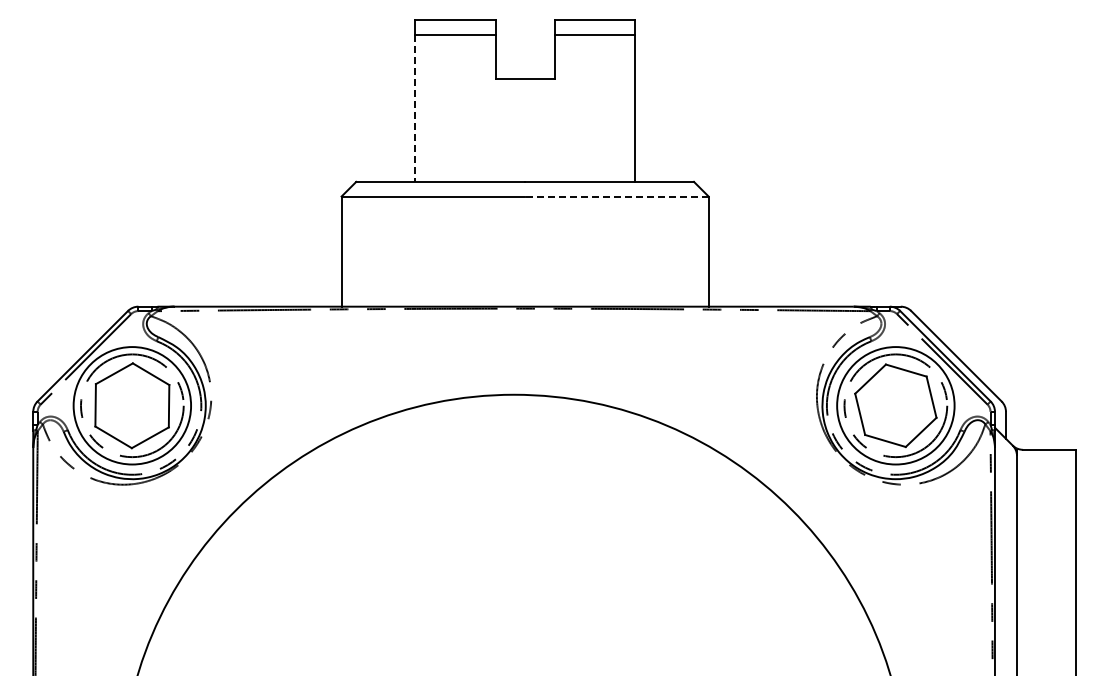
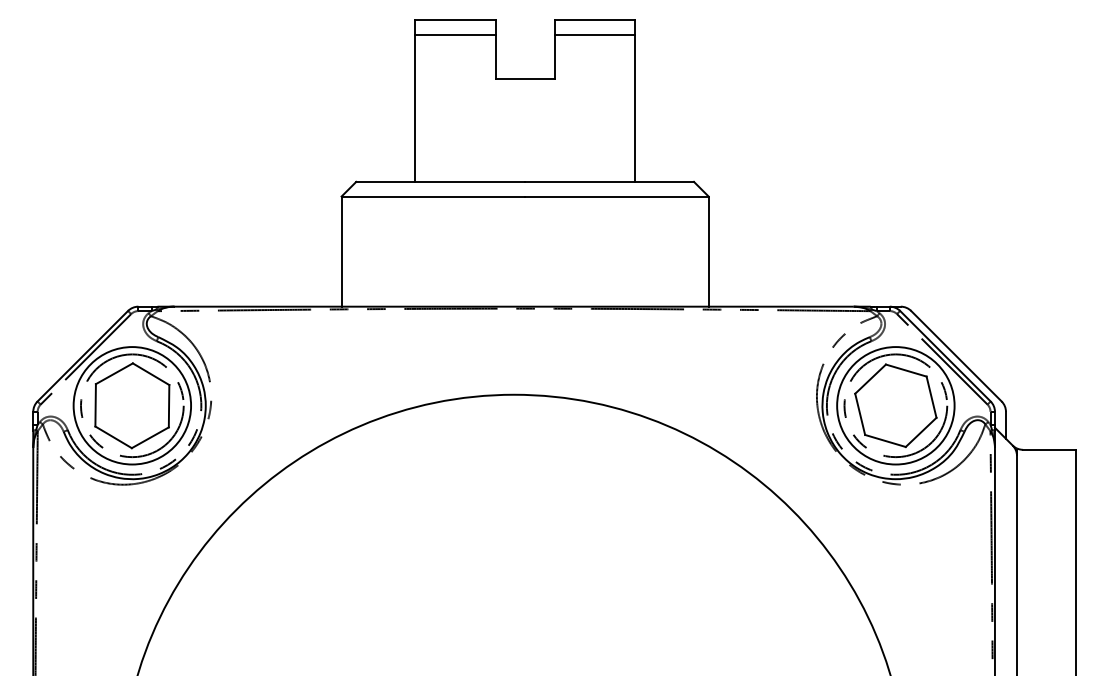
line at (415, 108): dashed -> solid
line at (616, 196): dashed -> solid
